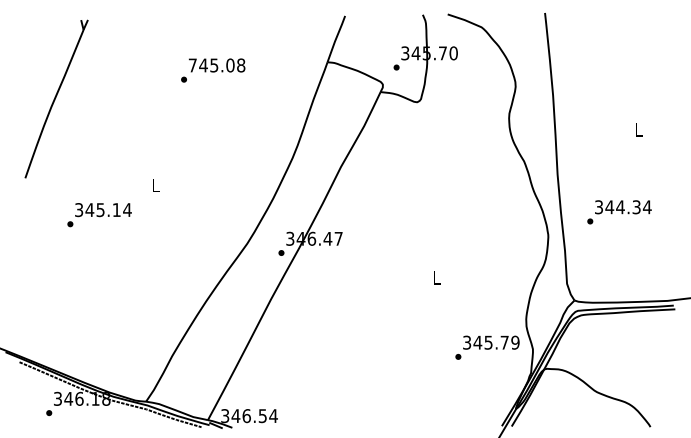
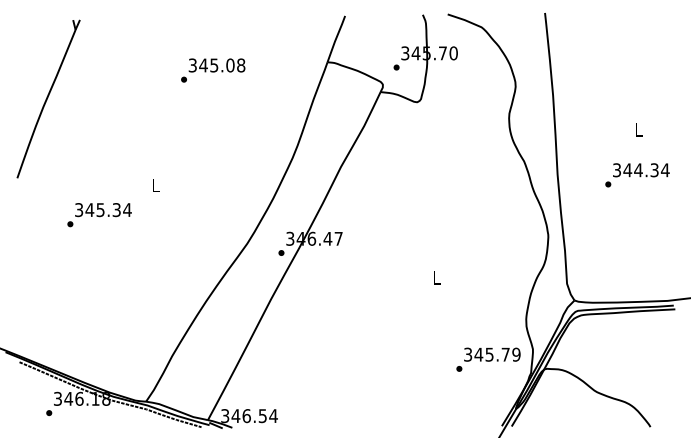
text at (192, 65): 745.08 -> 345.08
part at (56, 98) position: (56, 98) -> (48, 98)
text at (116, 210): 345.14 -> 345.34
text at (619, 212) position: (619, 212) -> (637, 175)
text at (487, 347) position: (487, 347) -> (488, 359)
